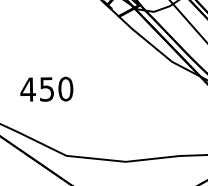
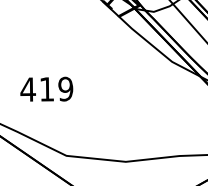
text at (56, 89): 450 -> 419
